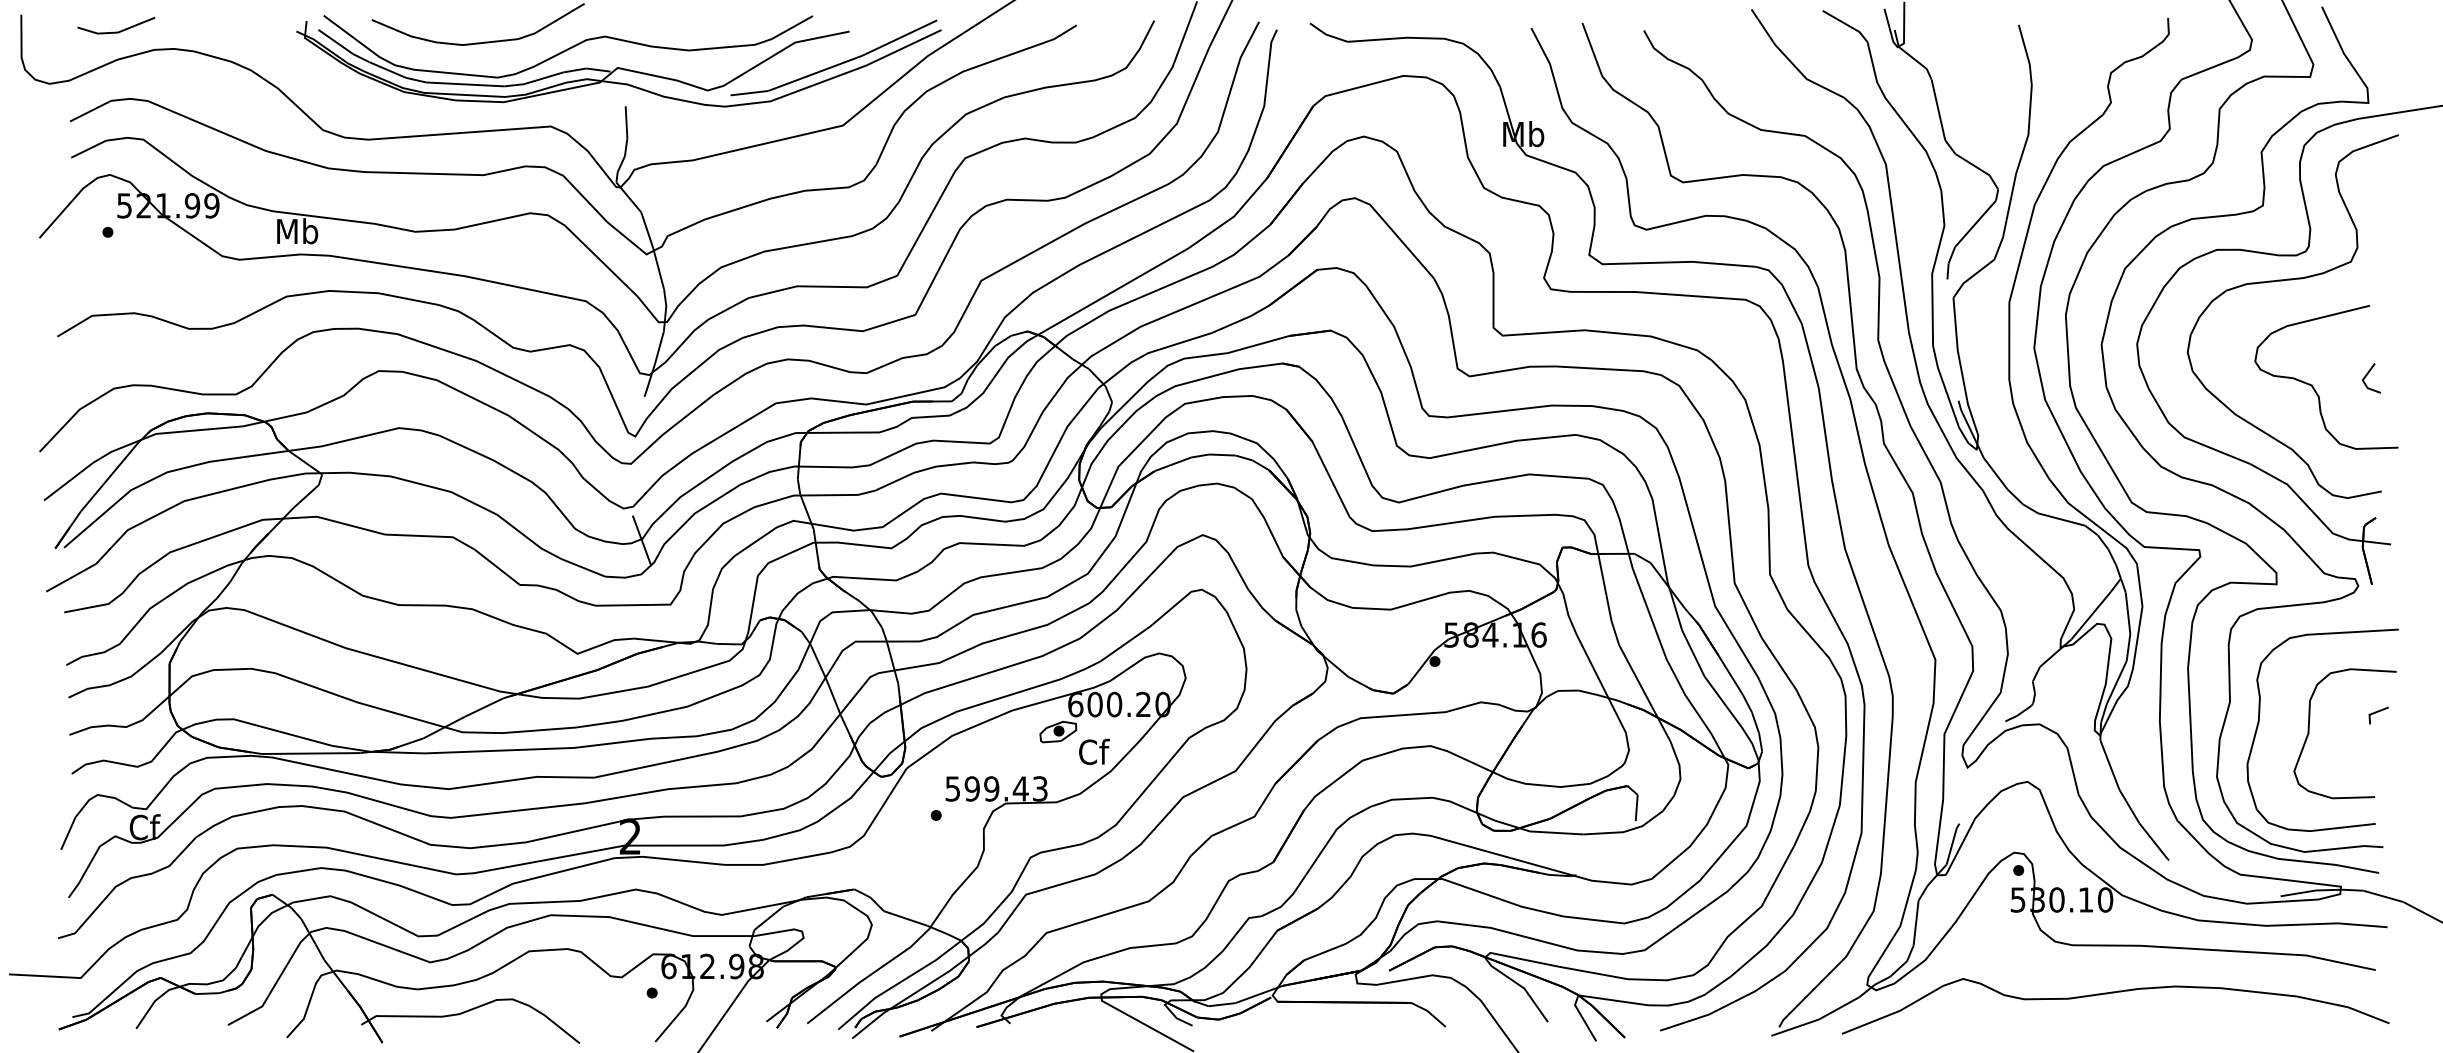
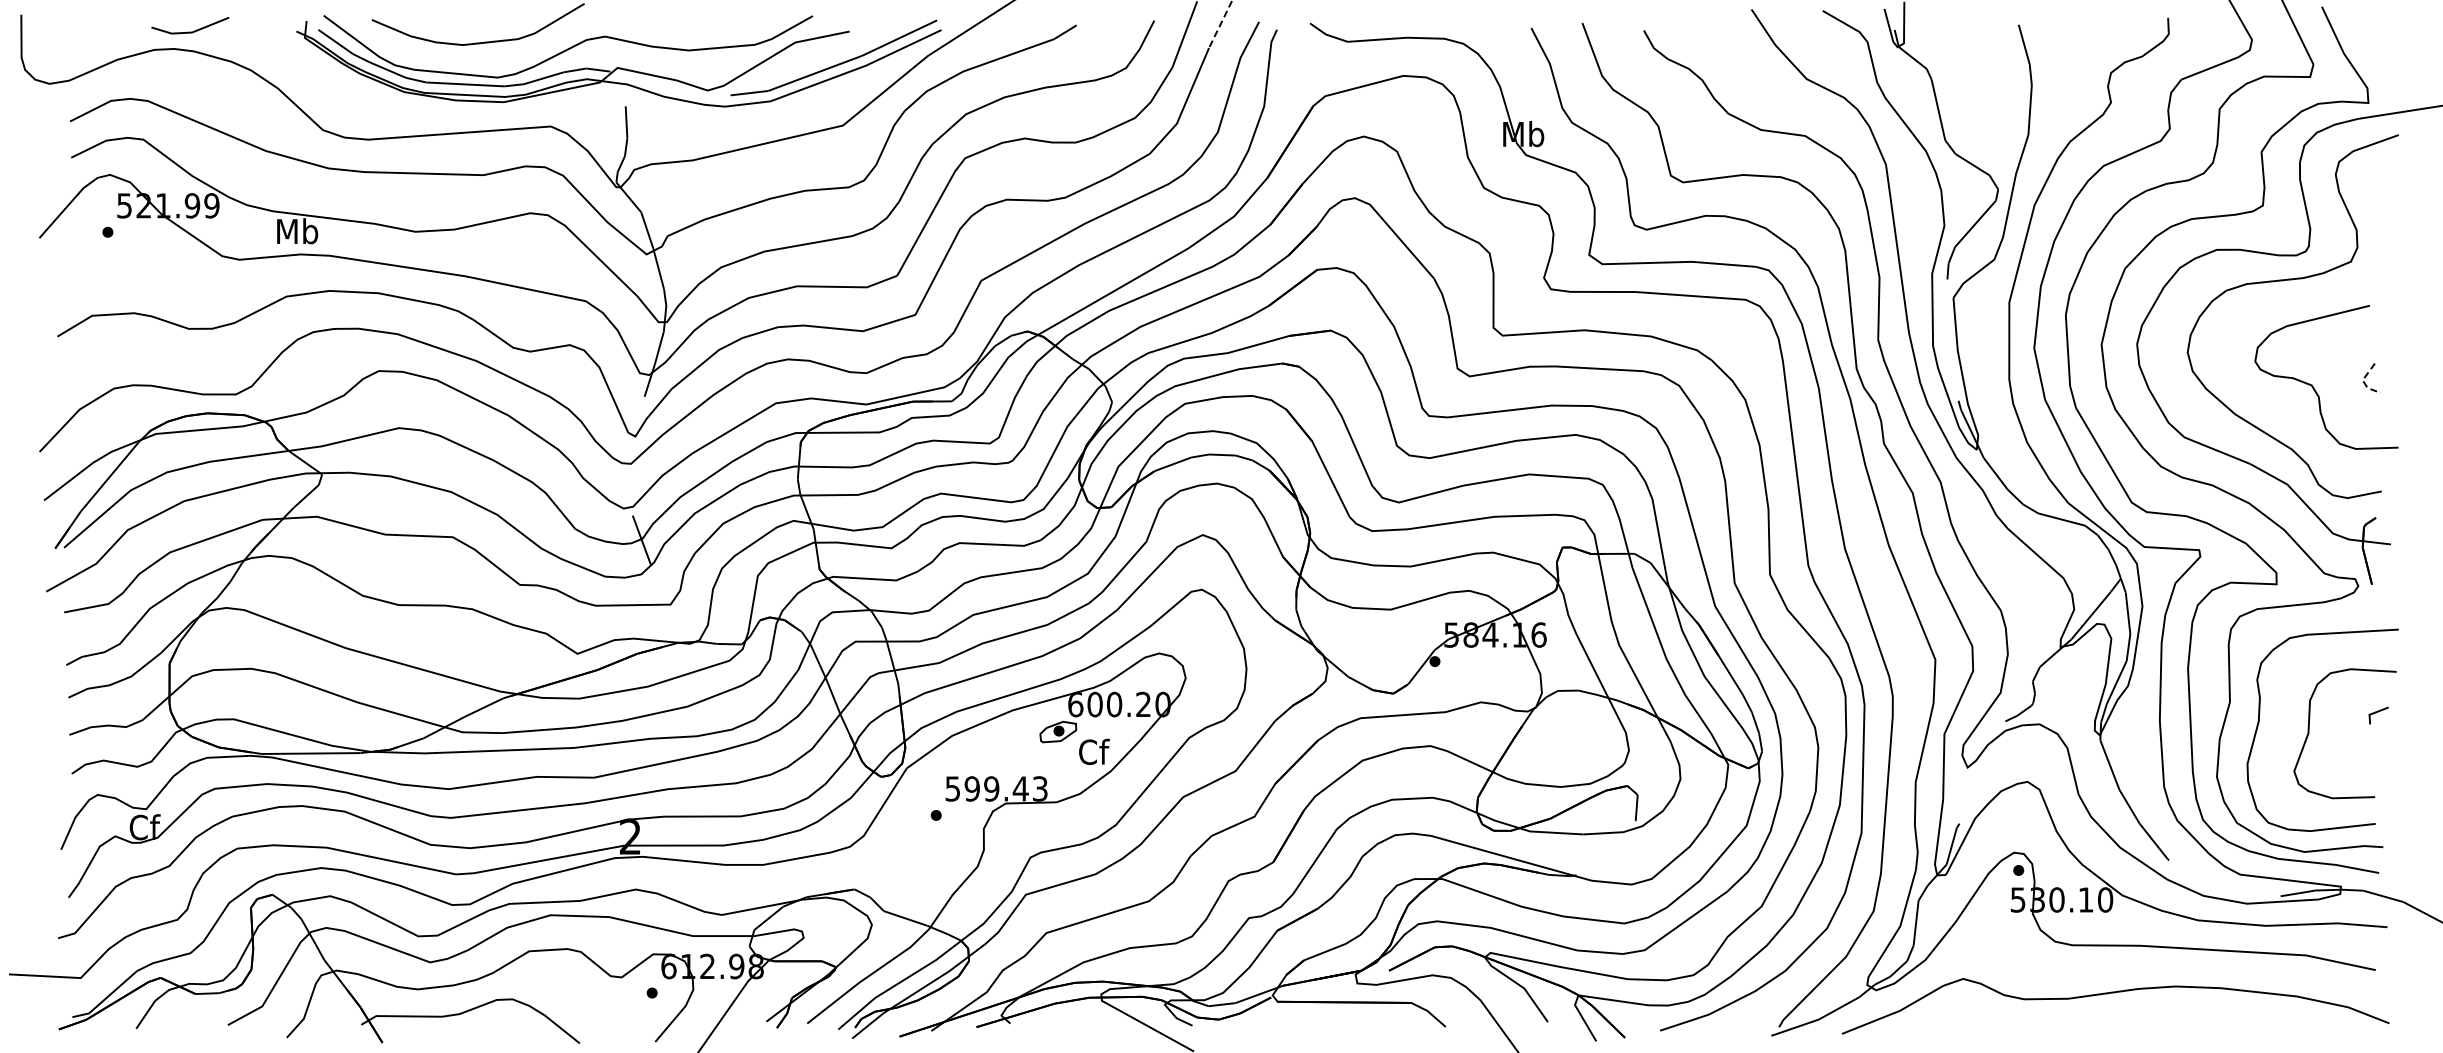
line at (1220, 24): solid -> dashed
line at (116, 31) position: (116, 31) -> (190, 31)
line at (2363, 381): solid -> dashed
